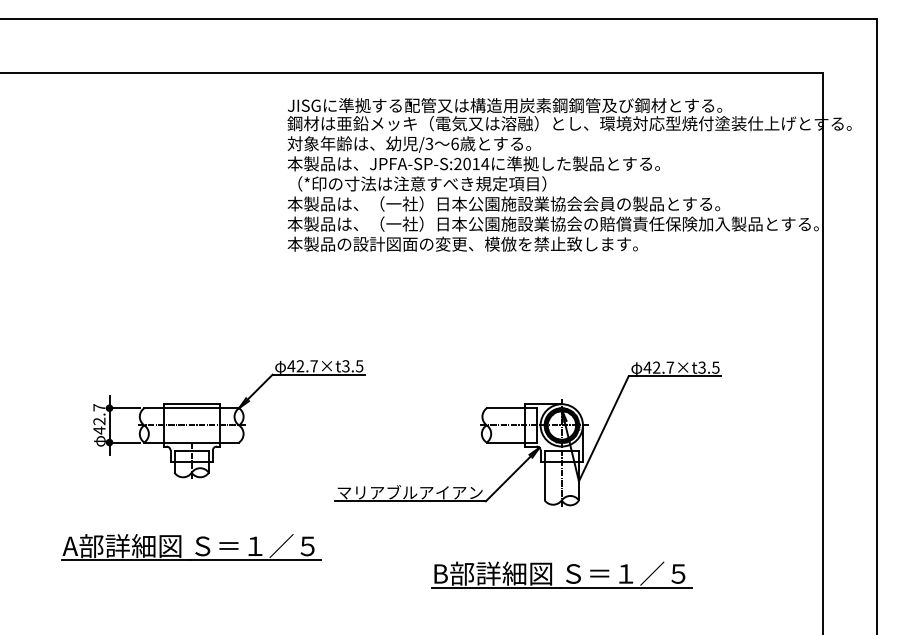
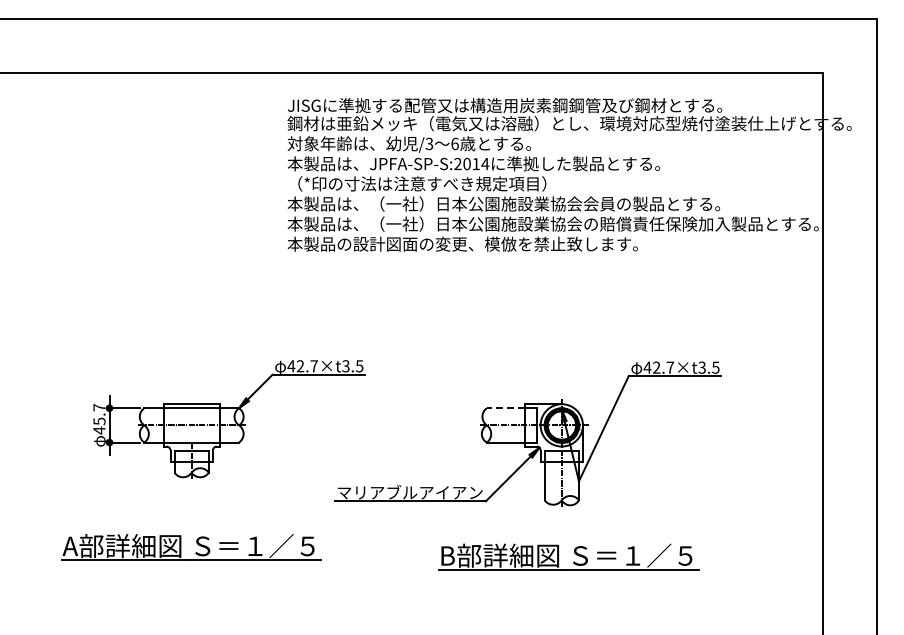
line at (505, 408): solid -> dashed
text at (99, 421): 42.7 -> 45.7
part at (567, 571) position: (567, 571) -> (574, 553)
